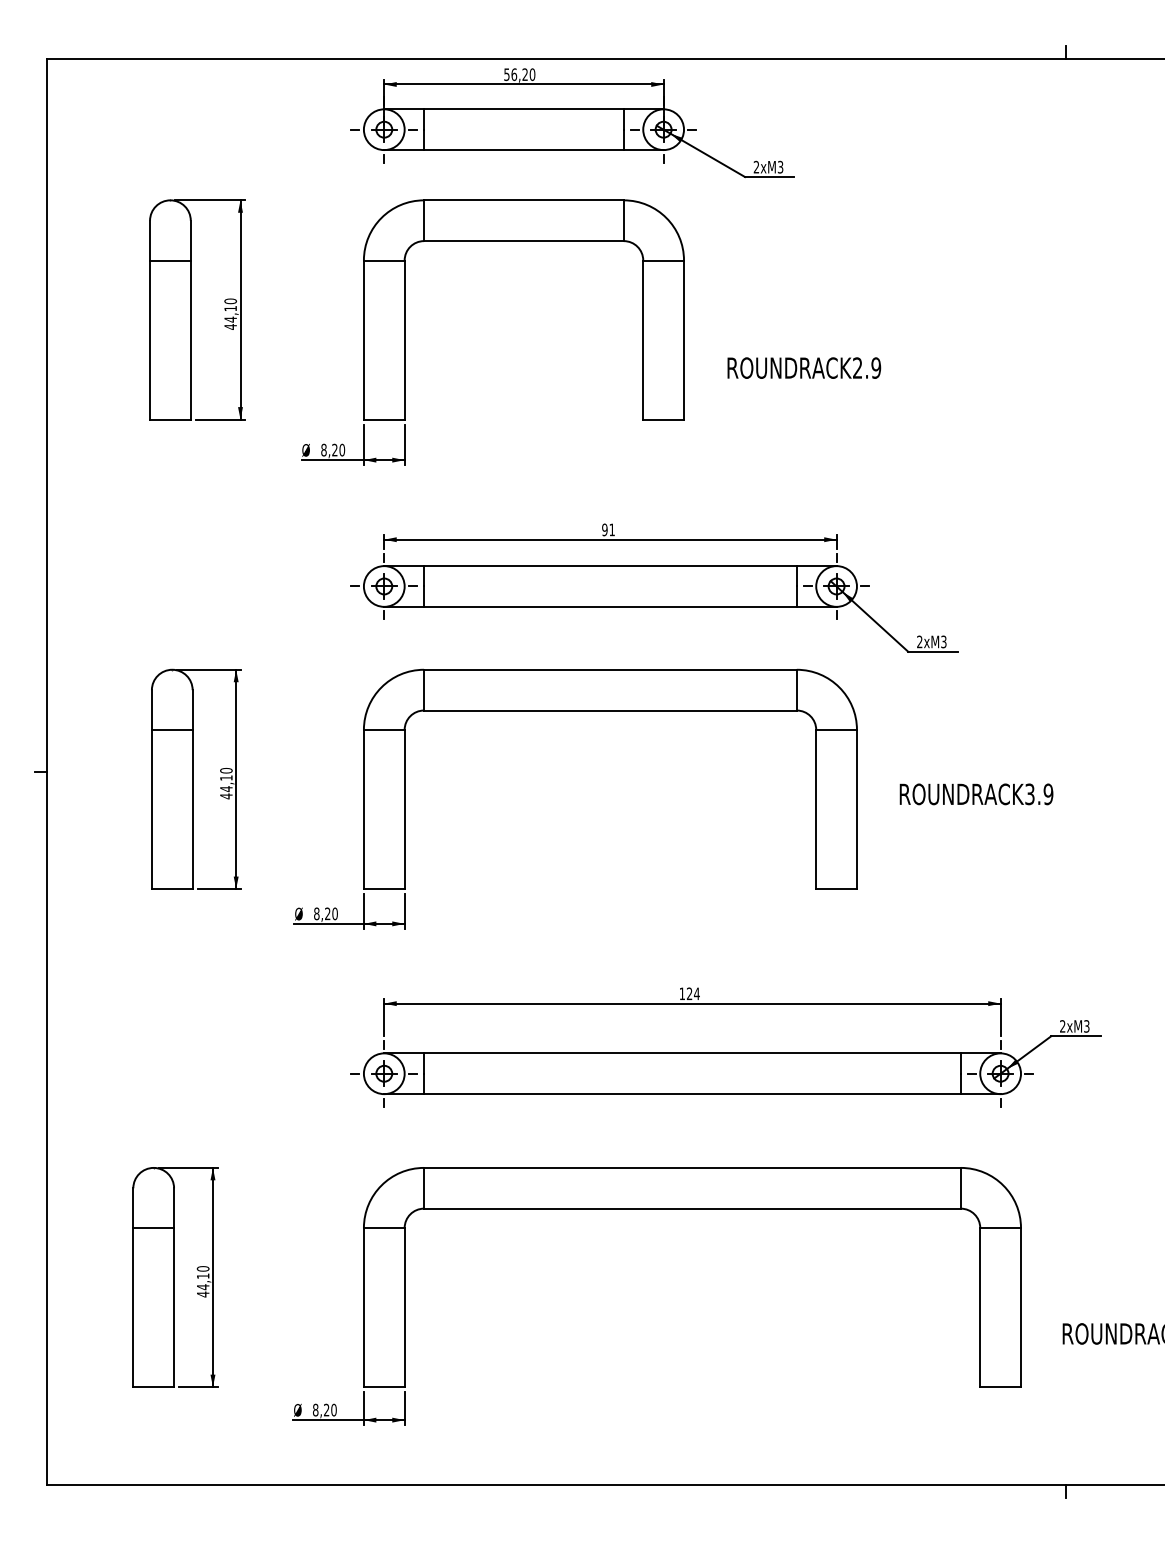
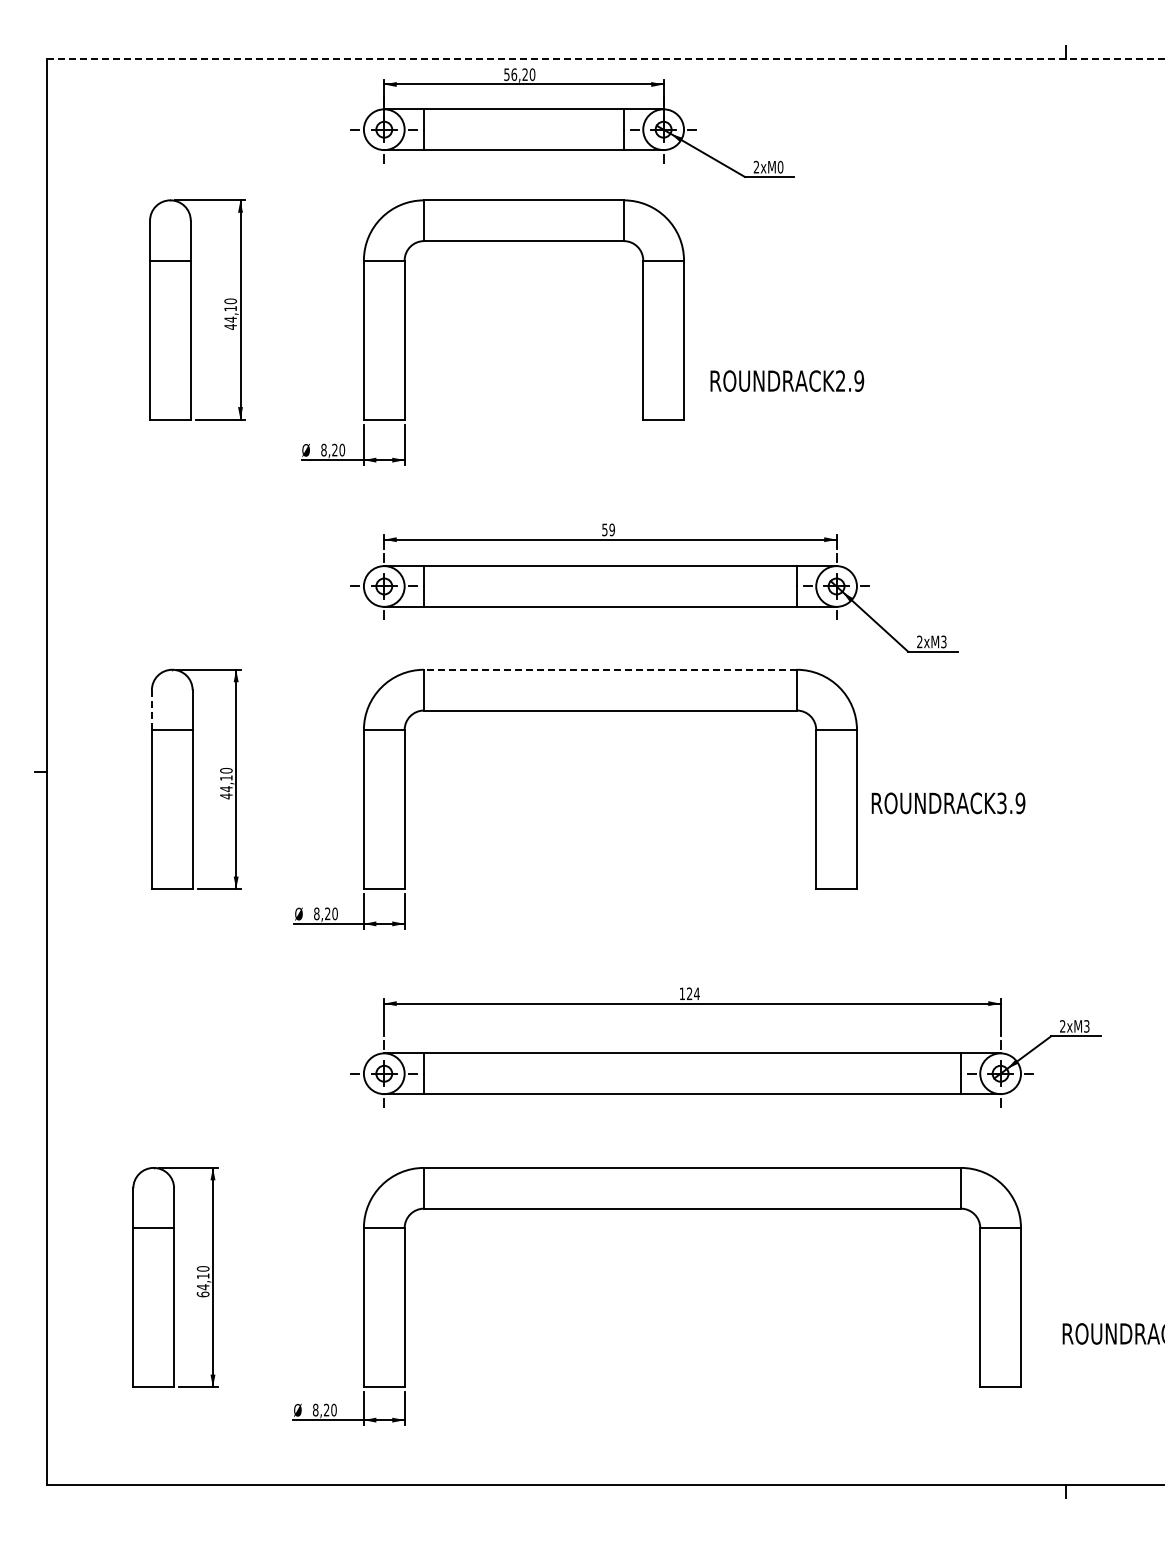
line at (606, 58): solid -> dashed
text at (780, 167): 2xM3 -> 2xM0
text at (804, 367) position: (804, 367) -> (787, 380)
text at (608, 529): 91 -> 59
line at (609, 669): solid -> dashed
line at (151, 710): solid -> dashed
text at (976, 794) position: (976, 794) -> (948, 803)
text at (202, 1294): 44,10 -> 64,10
